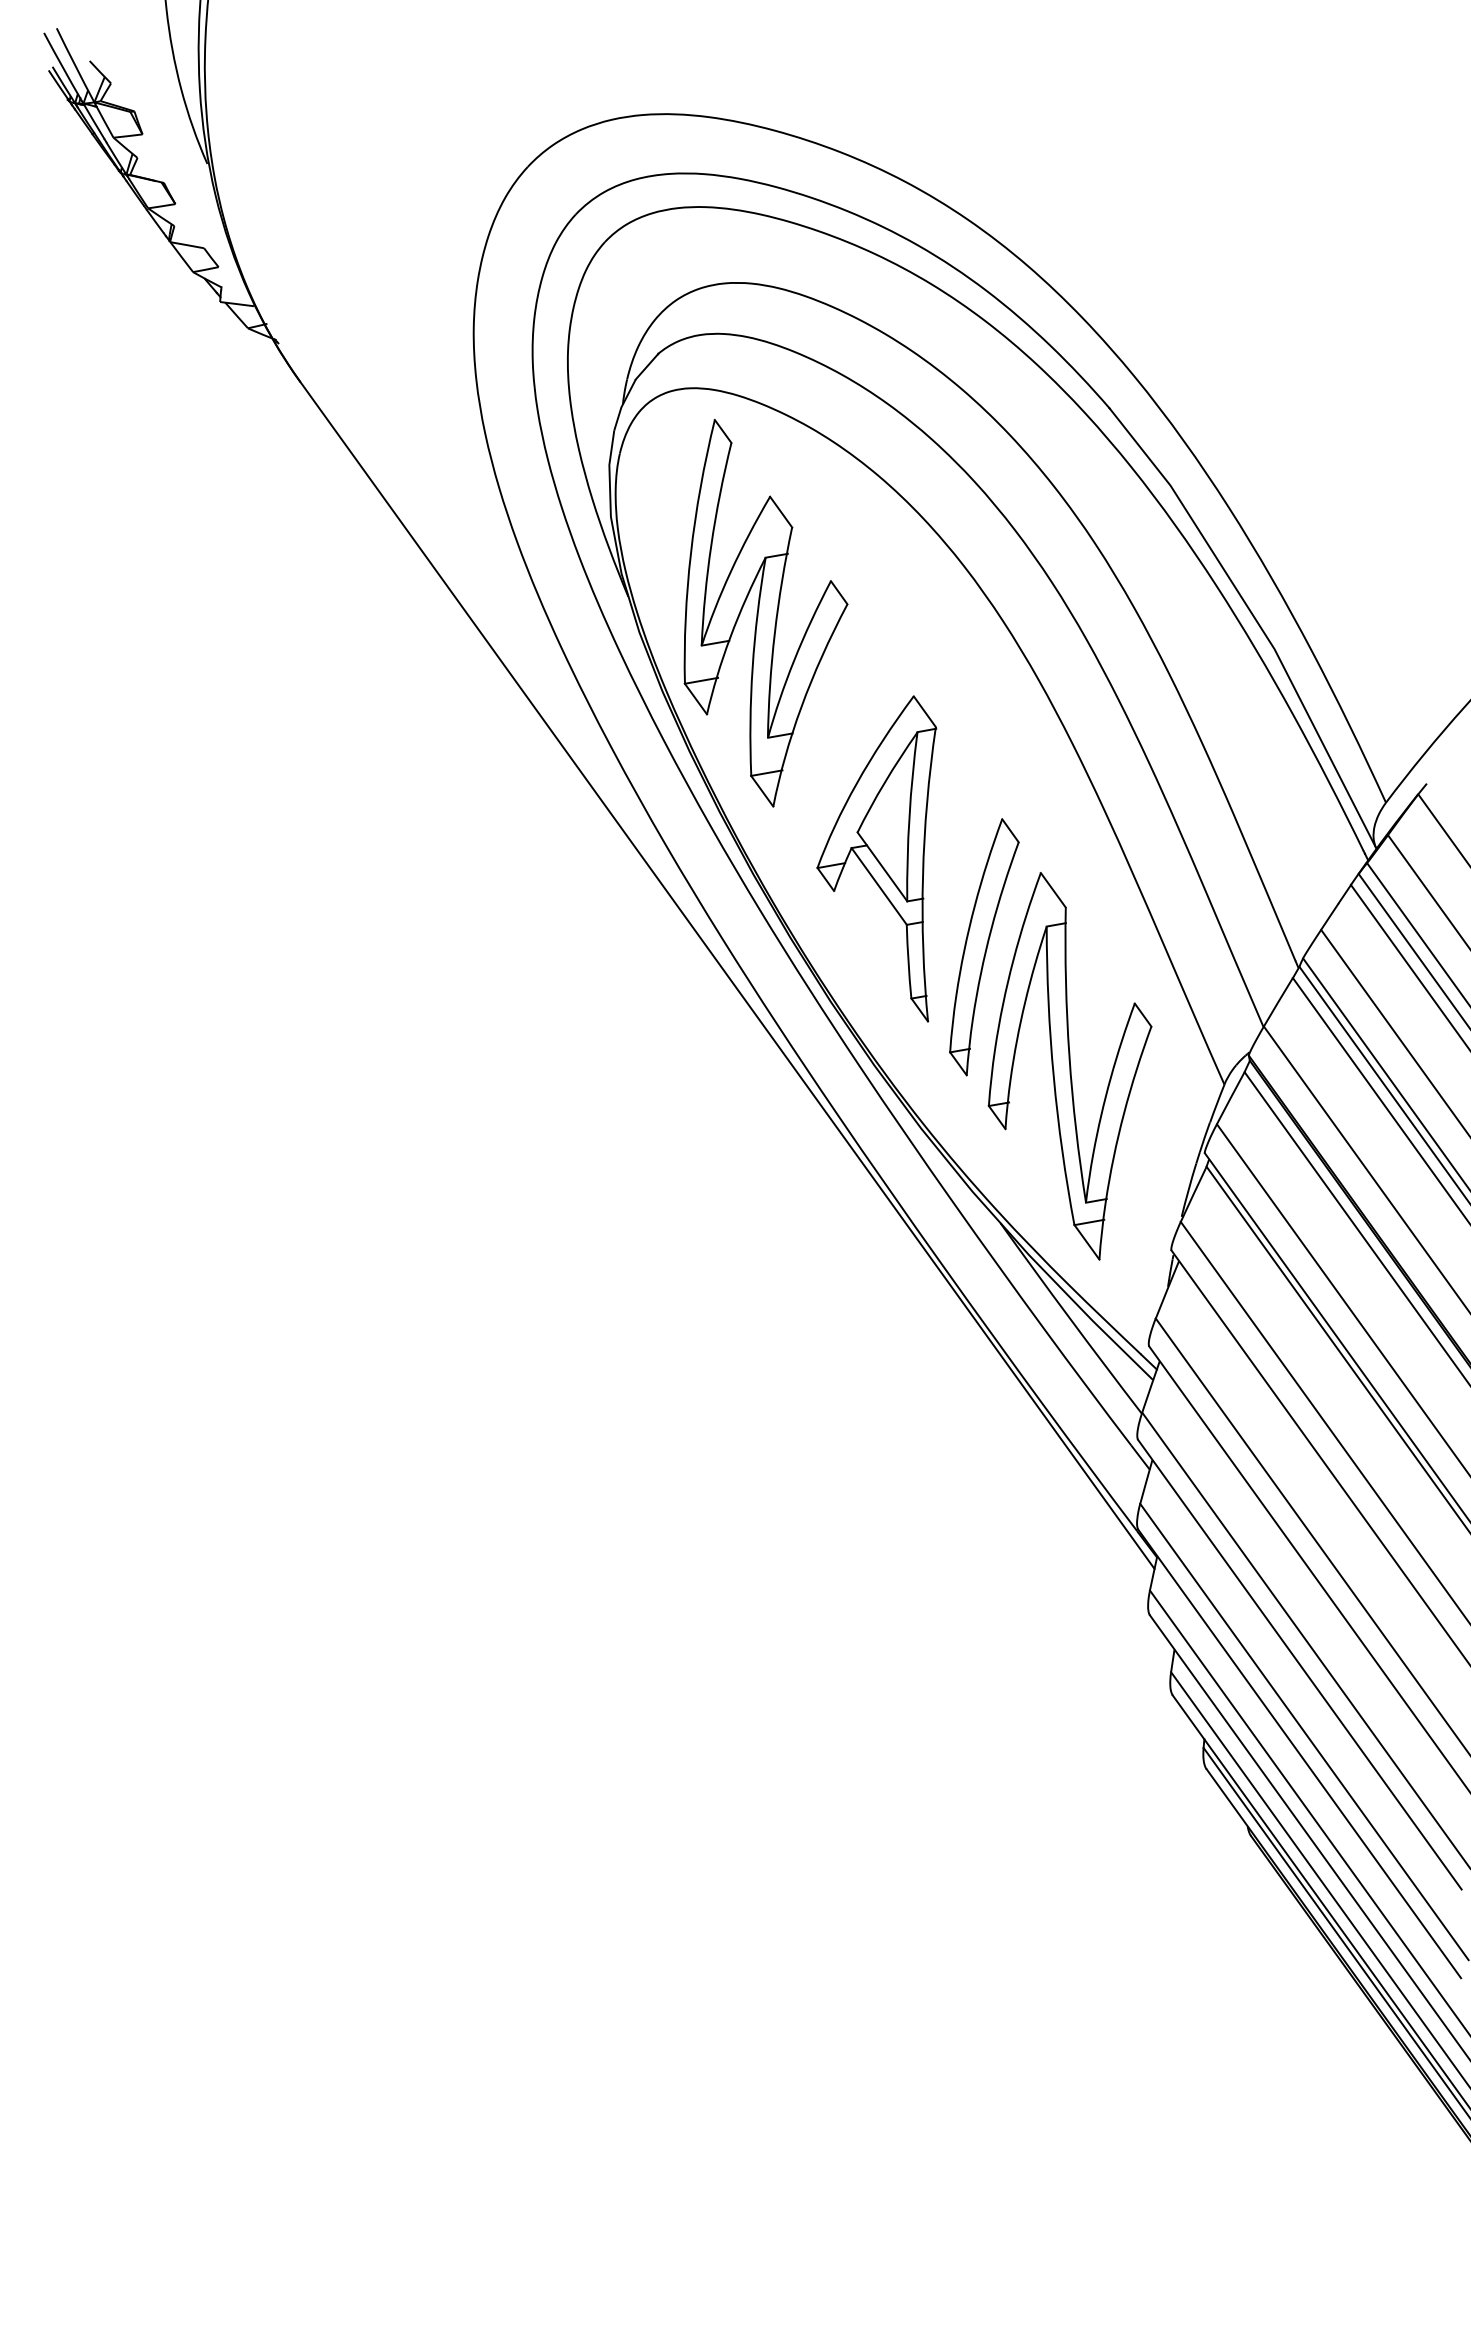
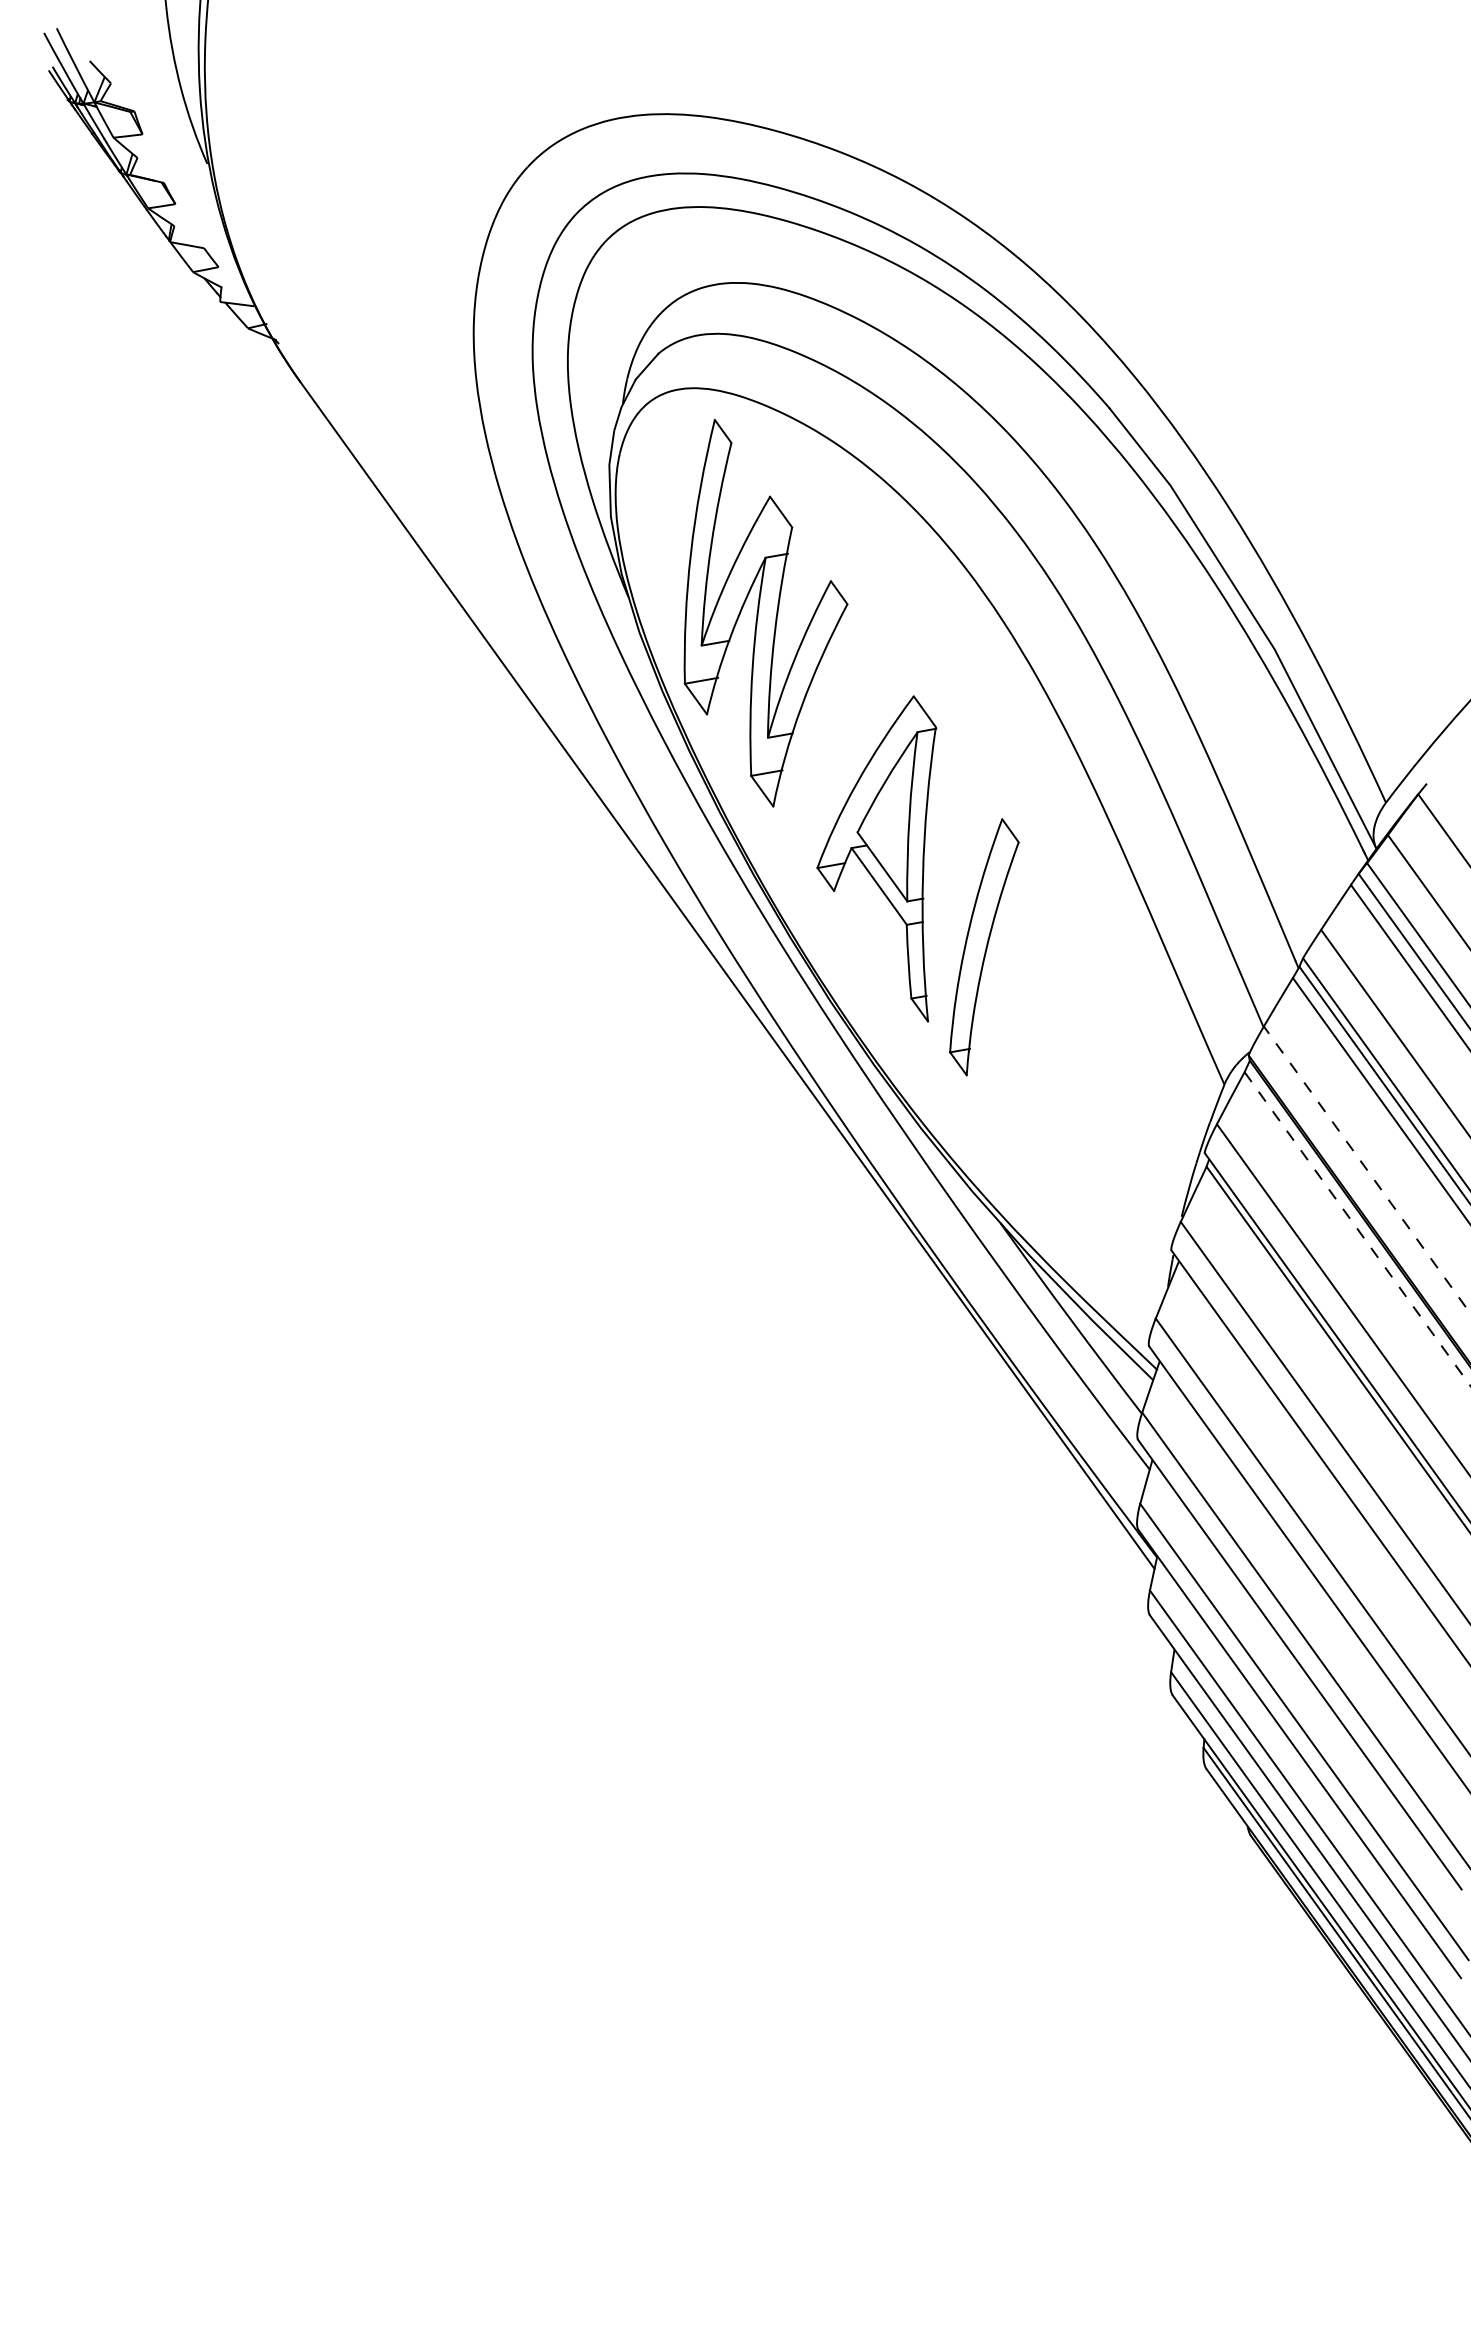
part at (1069, 1066): present -> none
line at (1367, 1169): solid -> dashed
line at (1357, 1229): solid -> dashed
